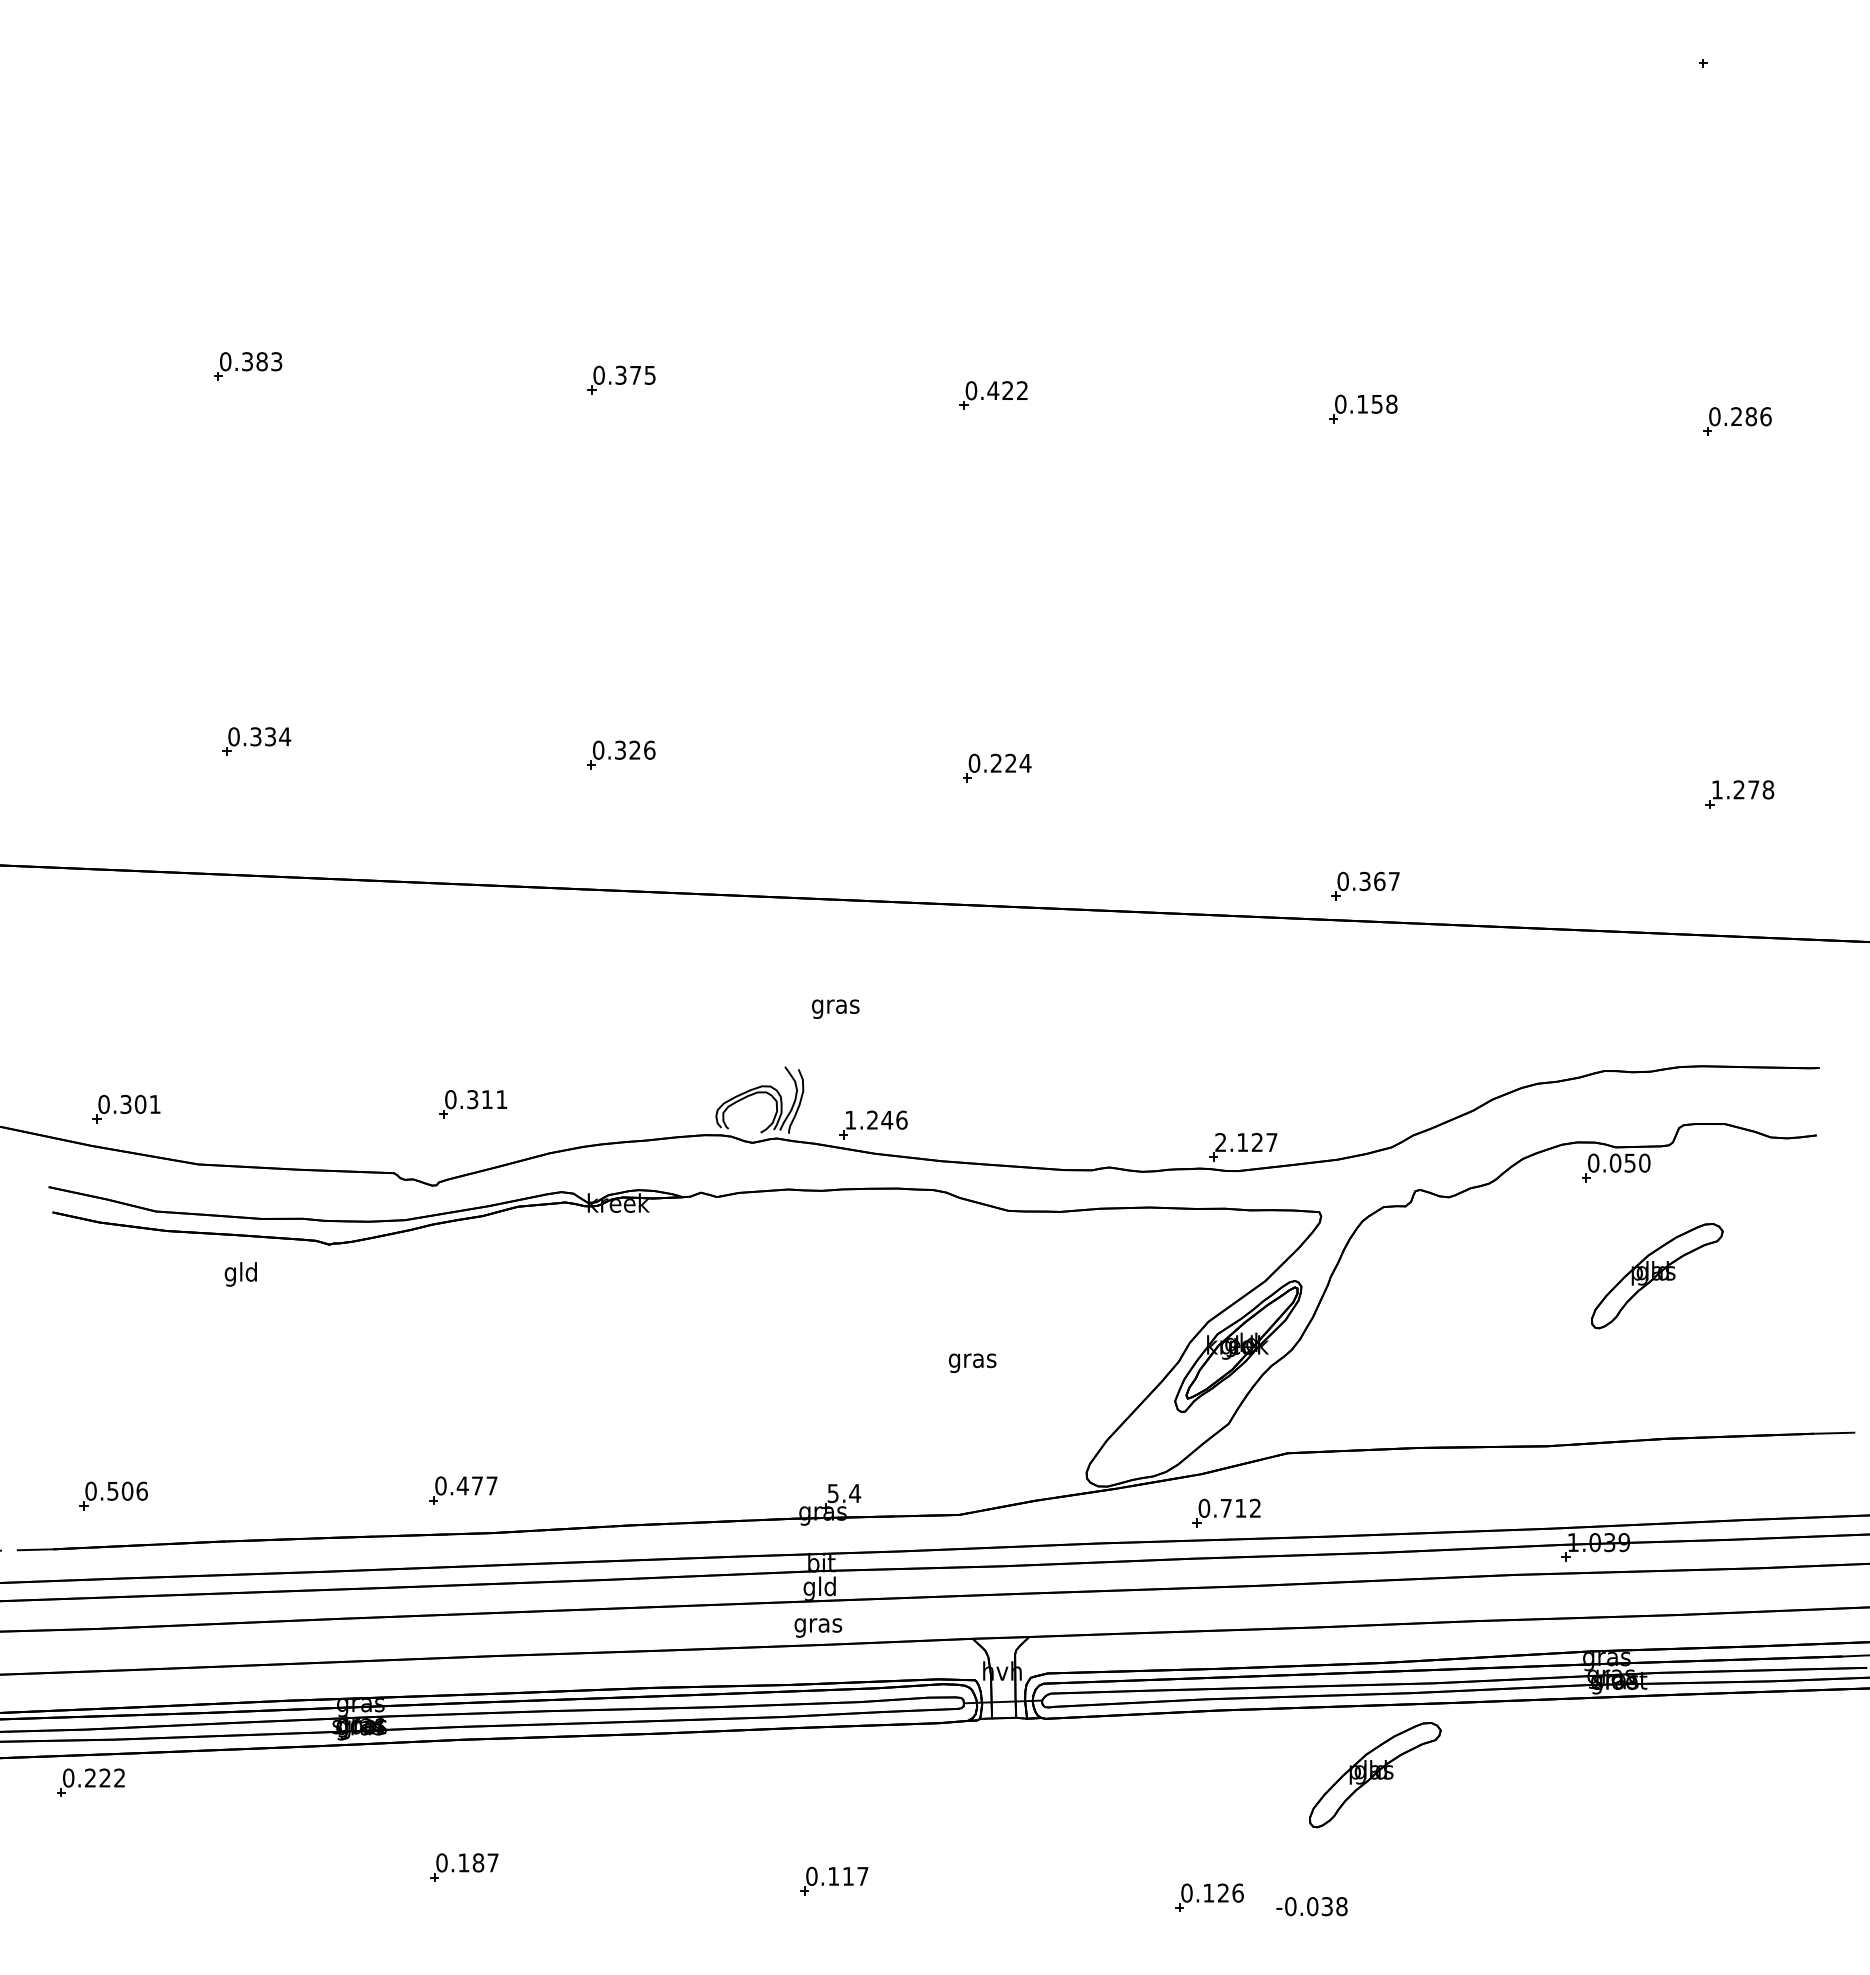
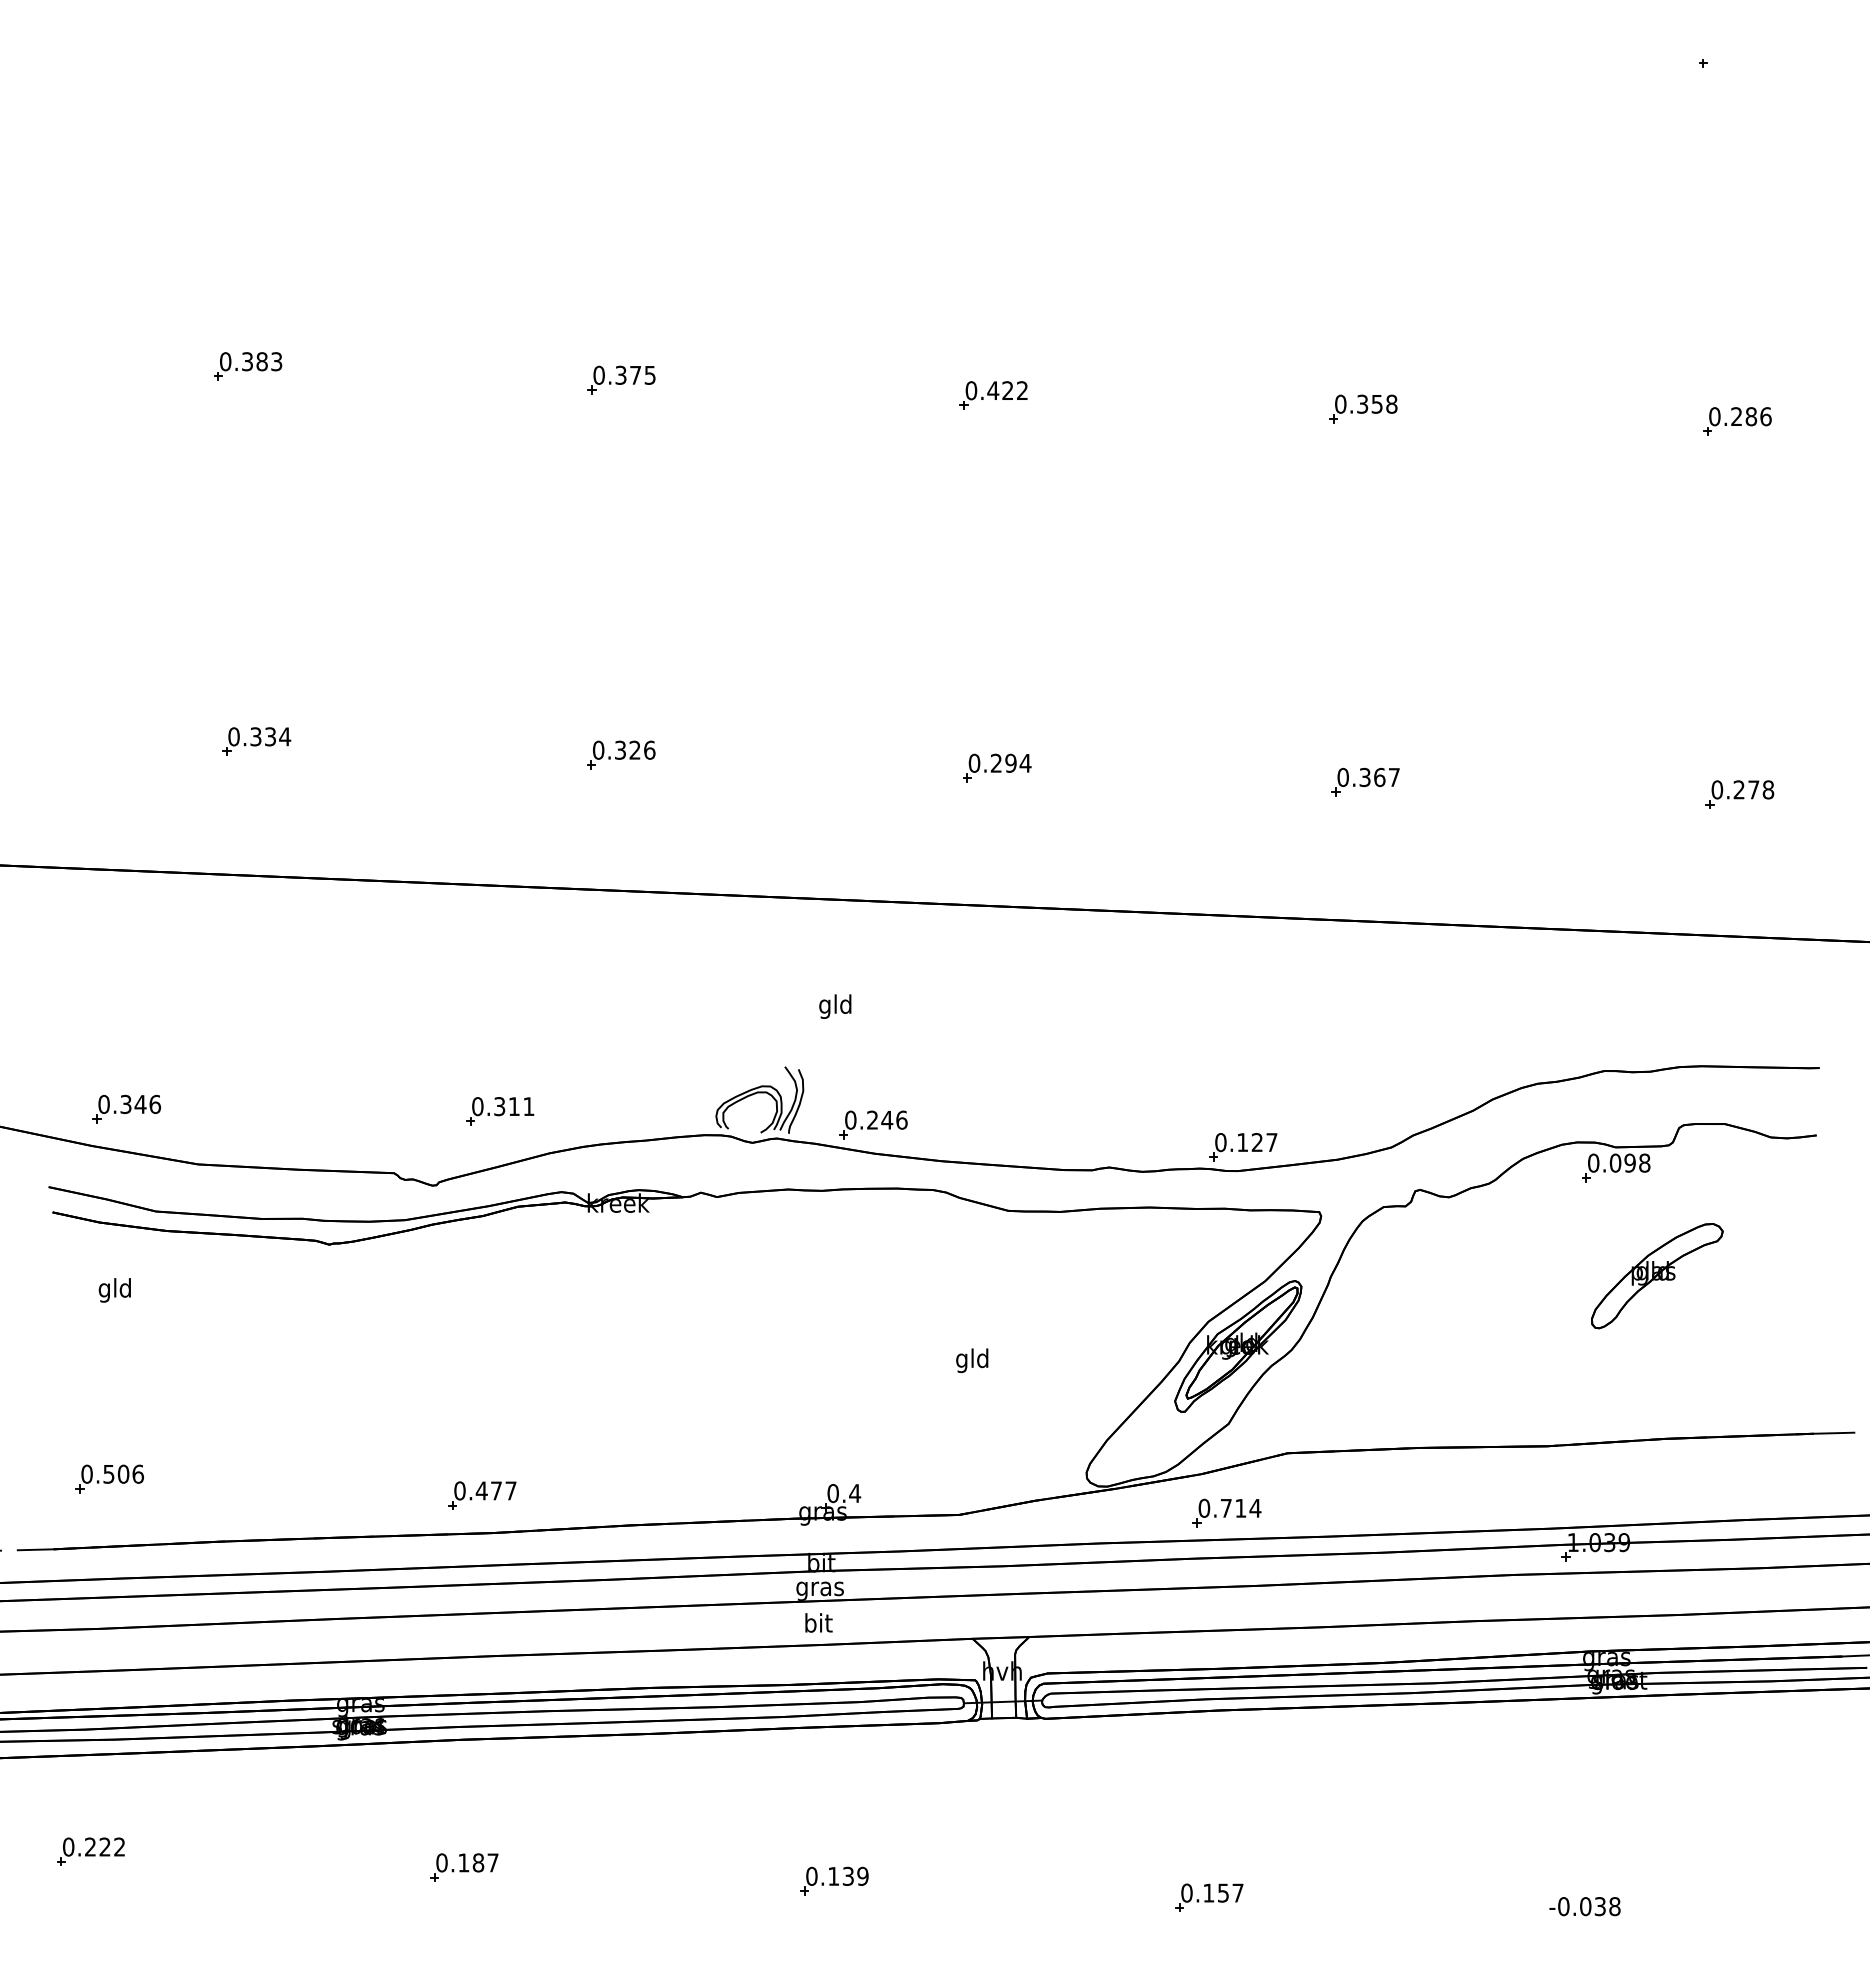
text at (1362, 403): 0.158 -> 0.358
text at (1010, 762): 0.224 -> 0.294
text at (1717, 789): 1.278 -> 0.278
part at (1365, 885) position: (1365, 885) -> (1365, 781)
text at (835, 1006): gras -> gld
text at (147, 1104): 0.301 -> 0.346
part at (473, 1104) position: (473, 1104) -> (500, 1111)
text at (850, 1119): 1.246 -> 0.246
text at (1220, 1142): 2.127 -> 0.127
text at (1637, 1162): 0.050 -> 0.098
text at (240, 1274) position: (240, 1274) -> (114, 1290)
text at (972, 1360): gras -> gld
part at (463, 1490) position: (463, 1490) -> (482, 1495)
text at (832, 1493): 5.4 -> 0.4
part at (113, 1495) position: (113, 1495) -> (109, 1478)
text at (1255, 1507): 0.712 -> 0.714
text at (819, 1588): gld -> gras
text at (818, 1625): gras -> bit
part at (1375, 1775): present -> none
part at (90, 1782) position: (90, 1782) -> (90, 1851)
text at (855, 1875): 0.117 -> 0.139
text at (1230, 1892): 0.126 -> 0.157
text at (1311, 1906) position: (1311, 1906) -> (1584, 1906)
